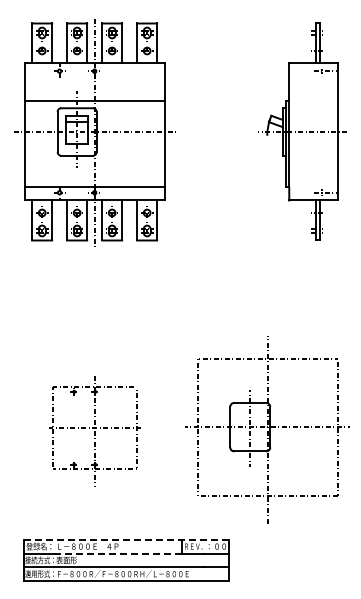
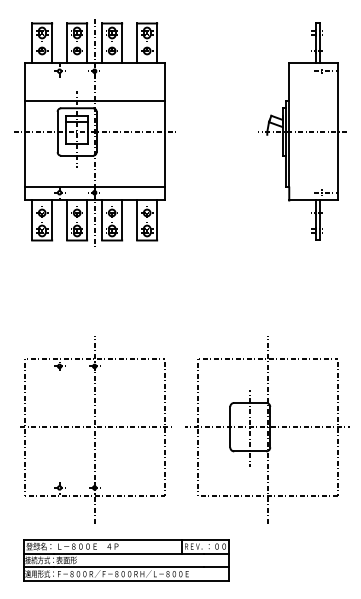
part at (94, 431) size: 92x111 px -> 152x188 px
line at (127, 539): dashed -> solid
line at (117, 553): dashed -> solid
